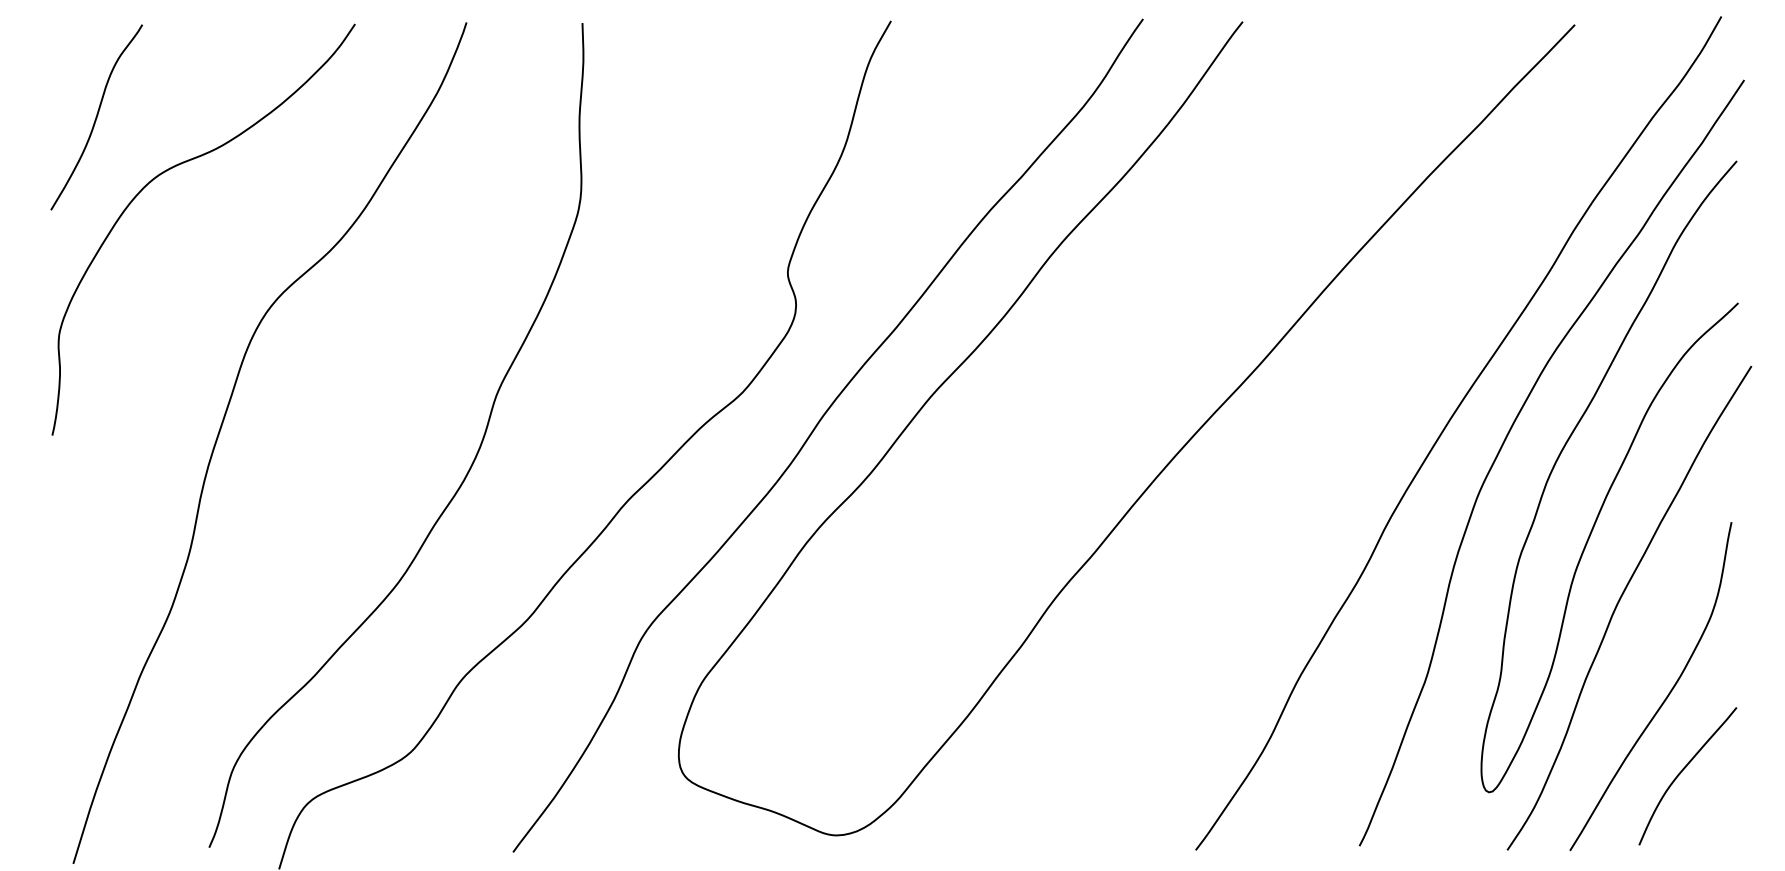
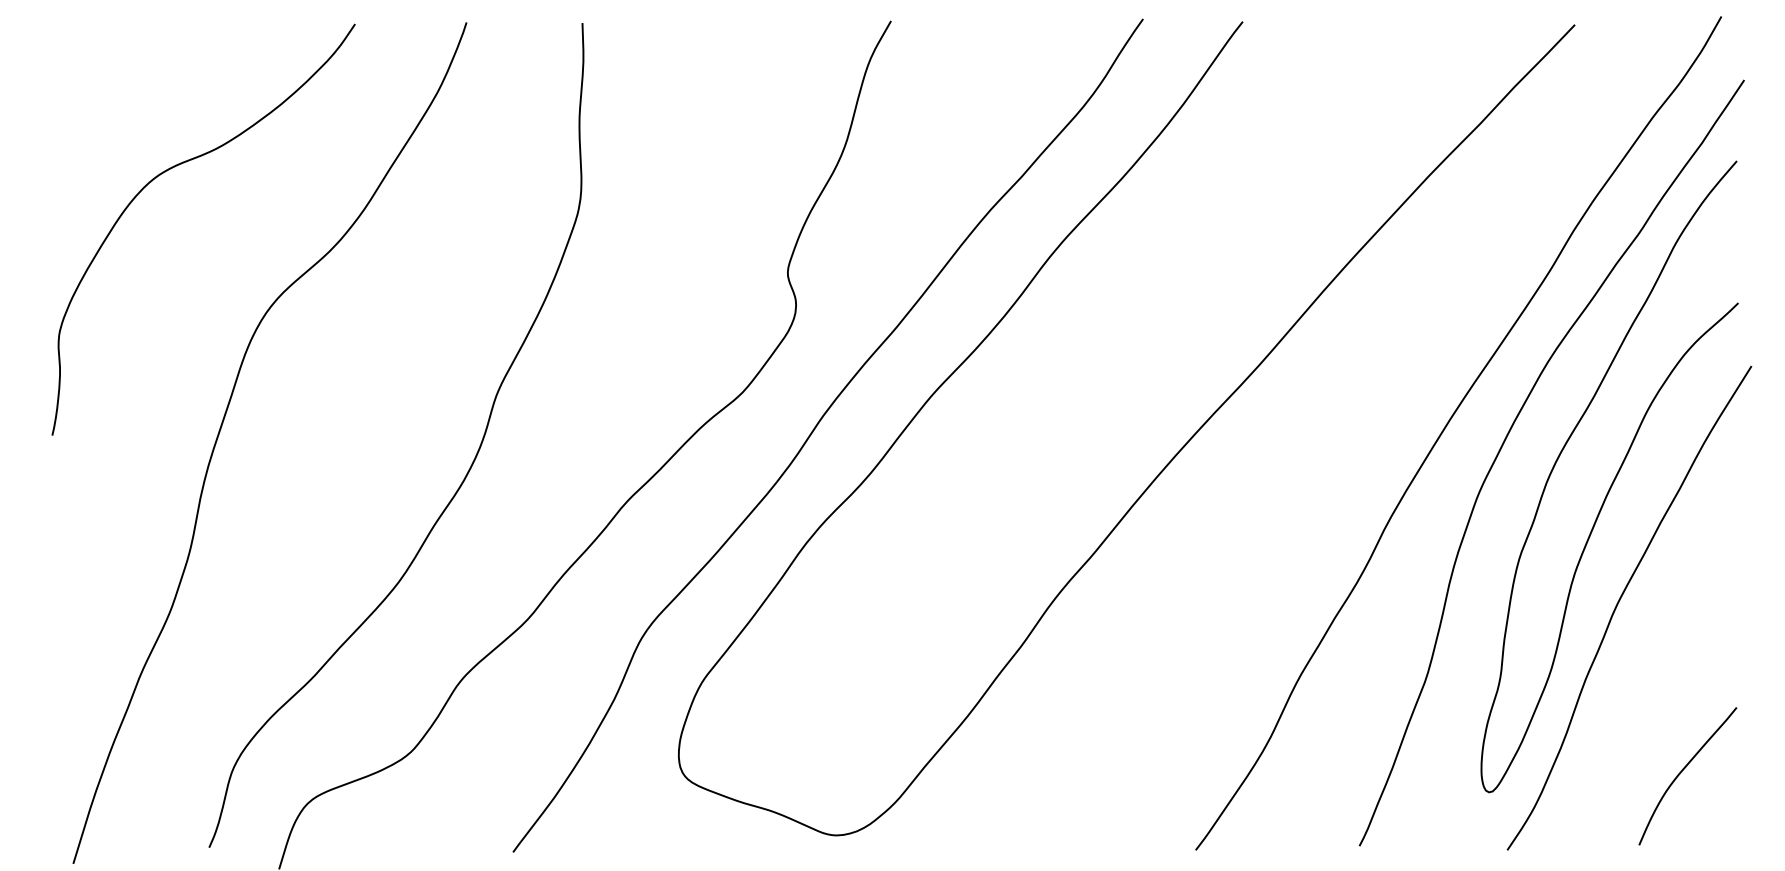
curve at (96, 117): present -> none
curve at (1667, 694): present -> none
